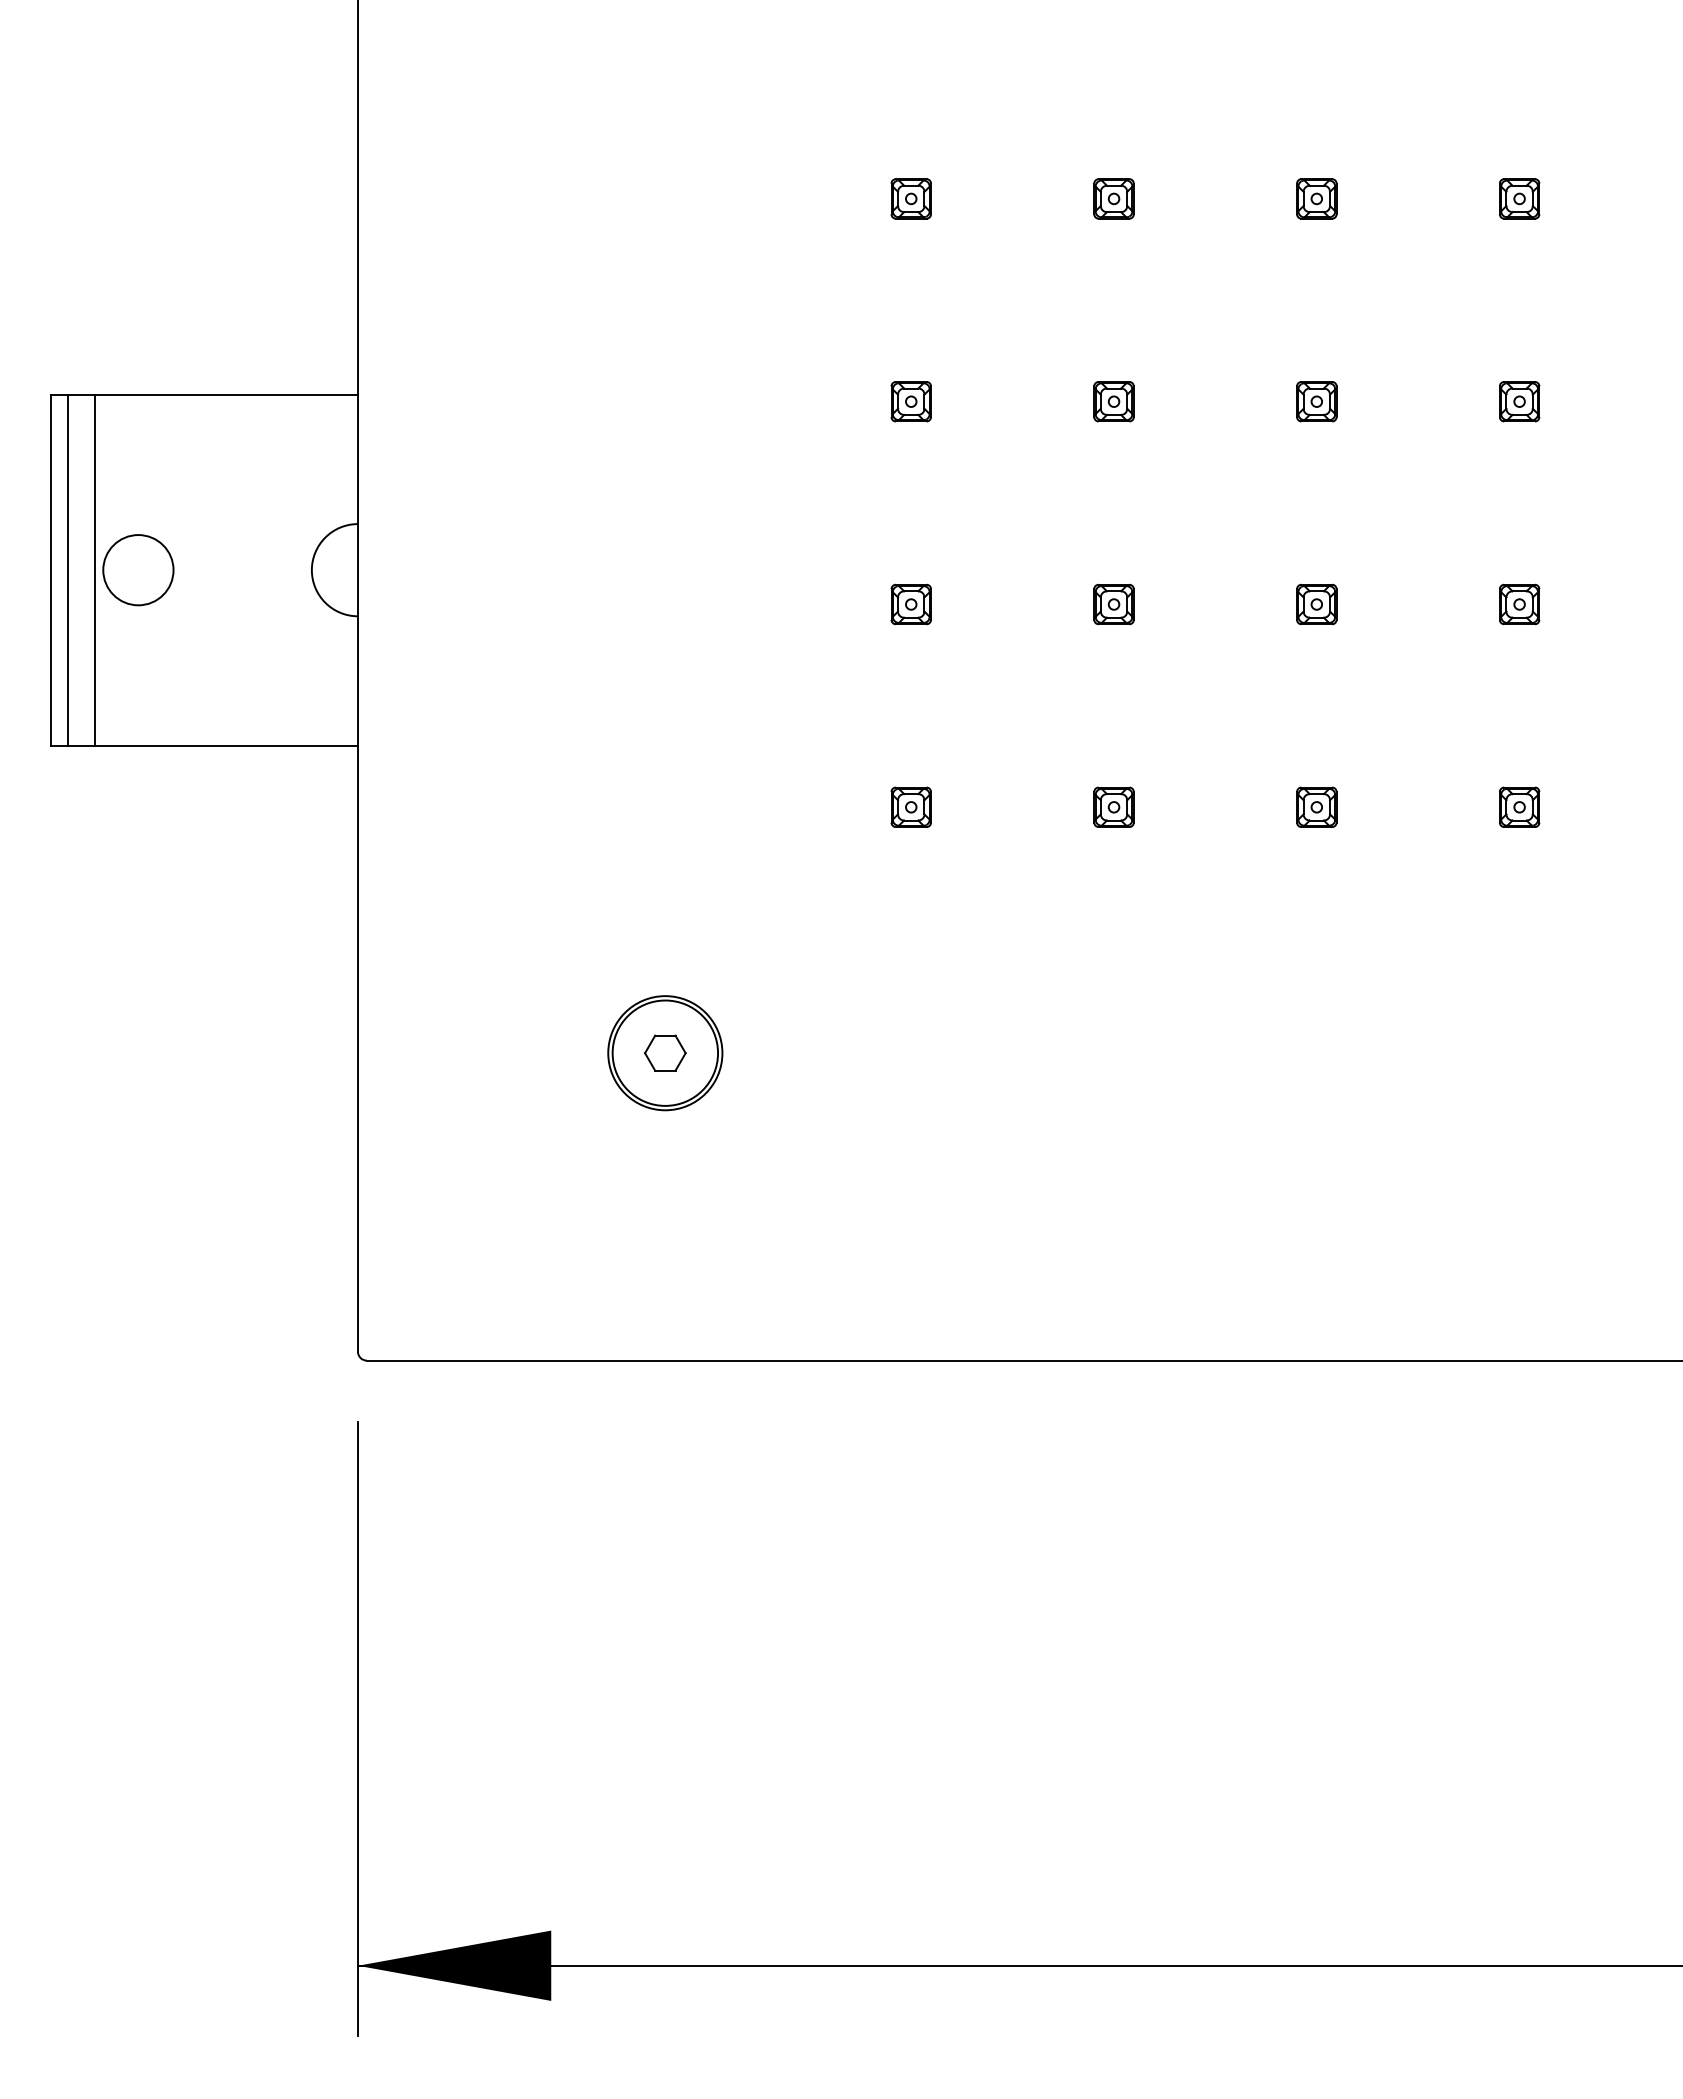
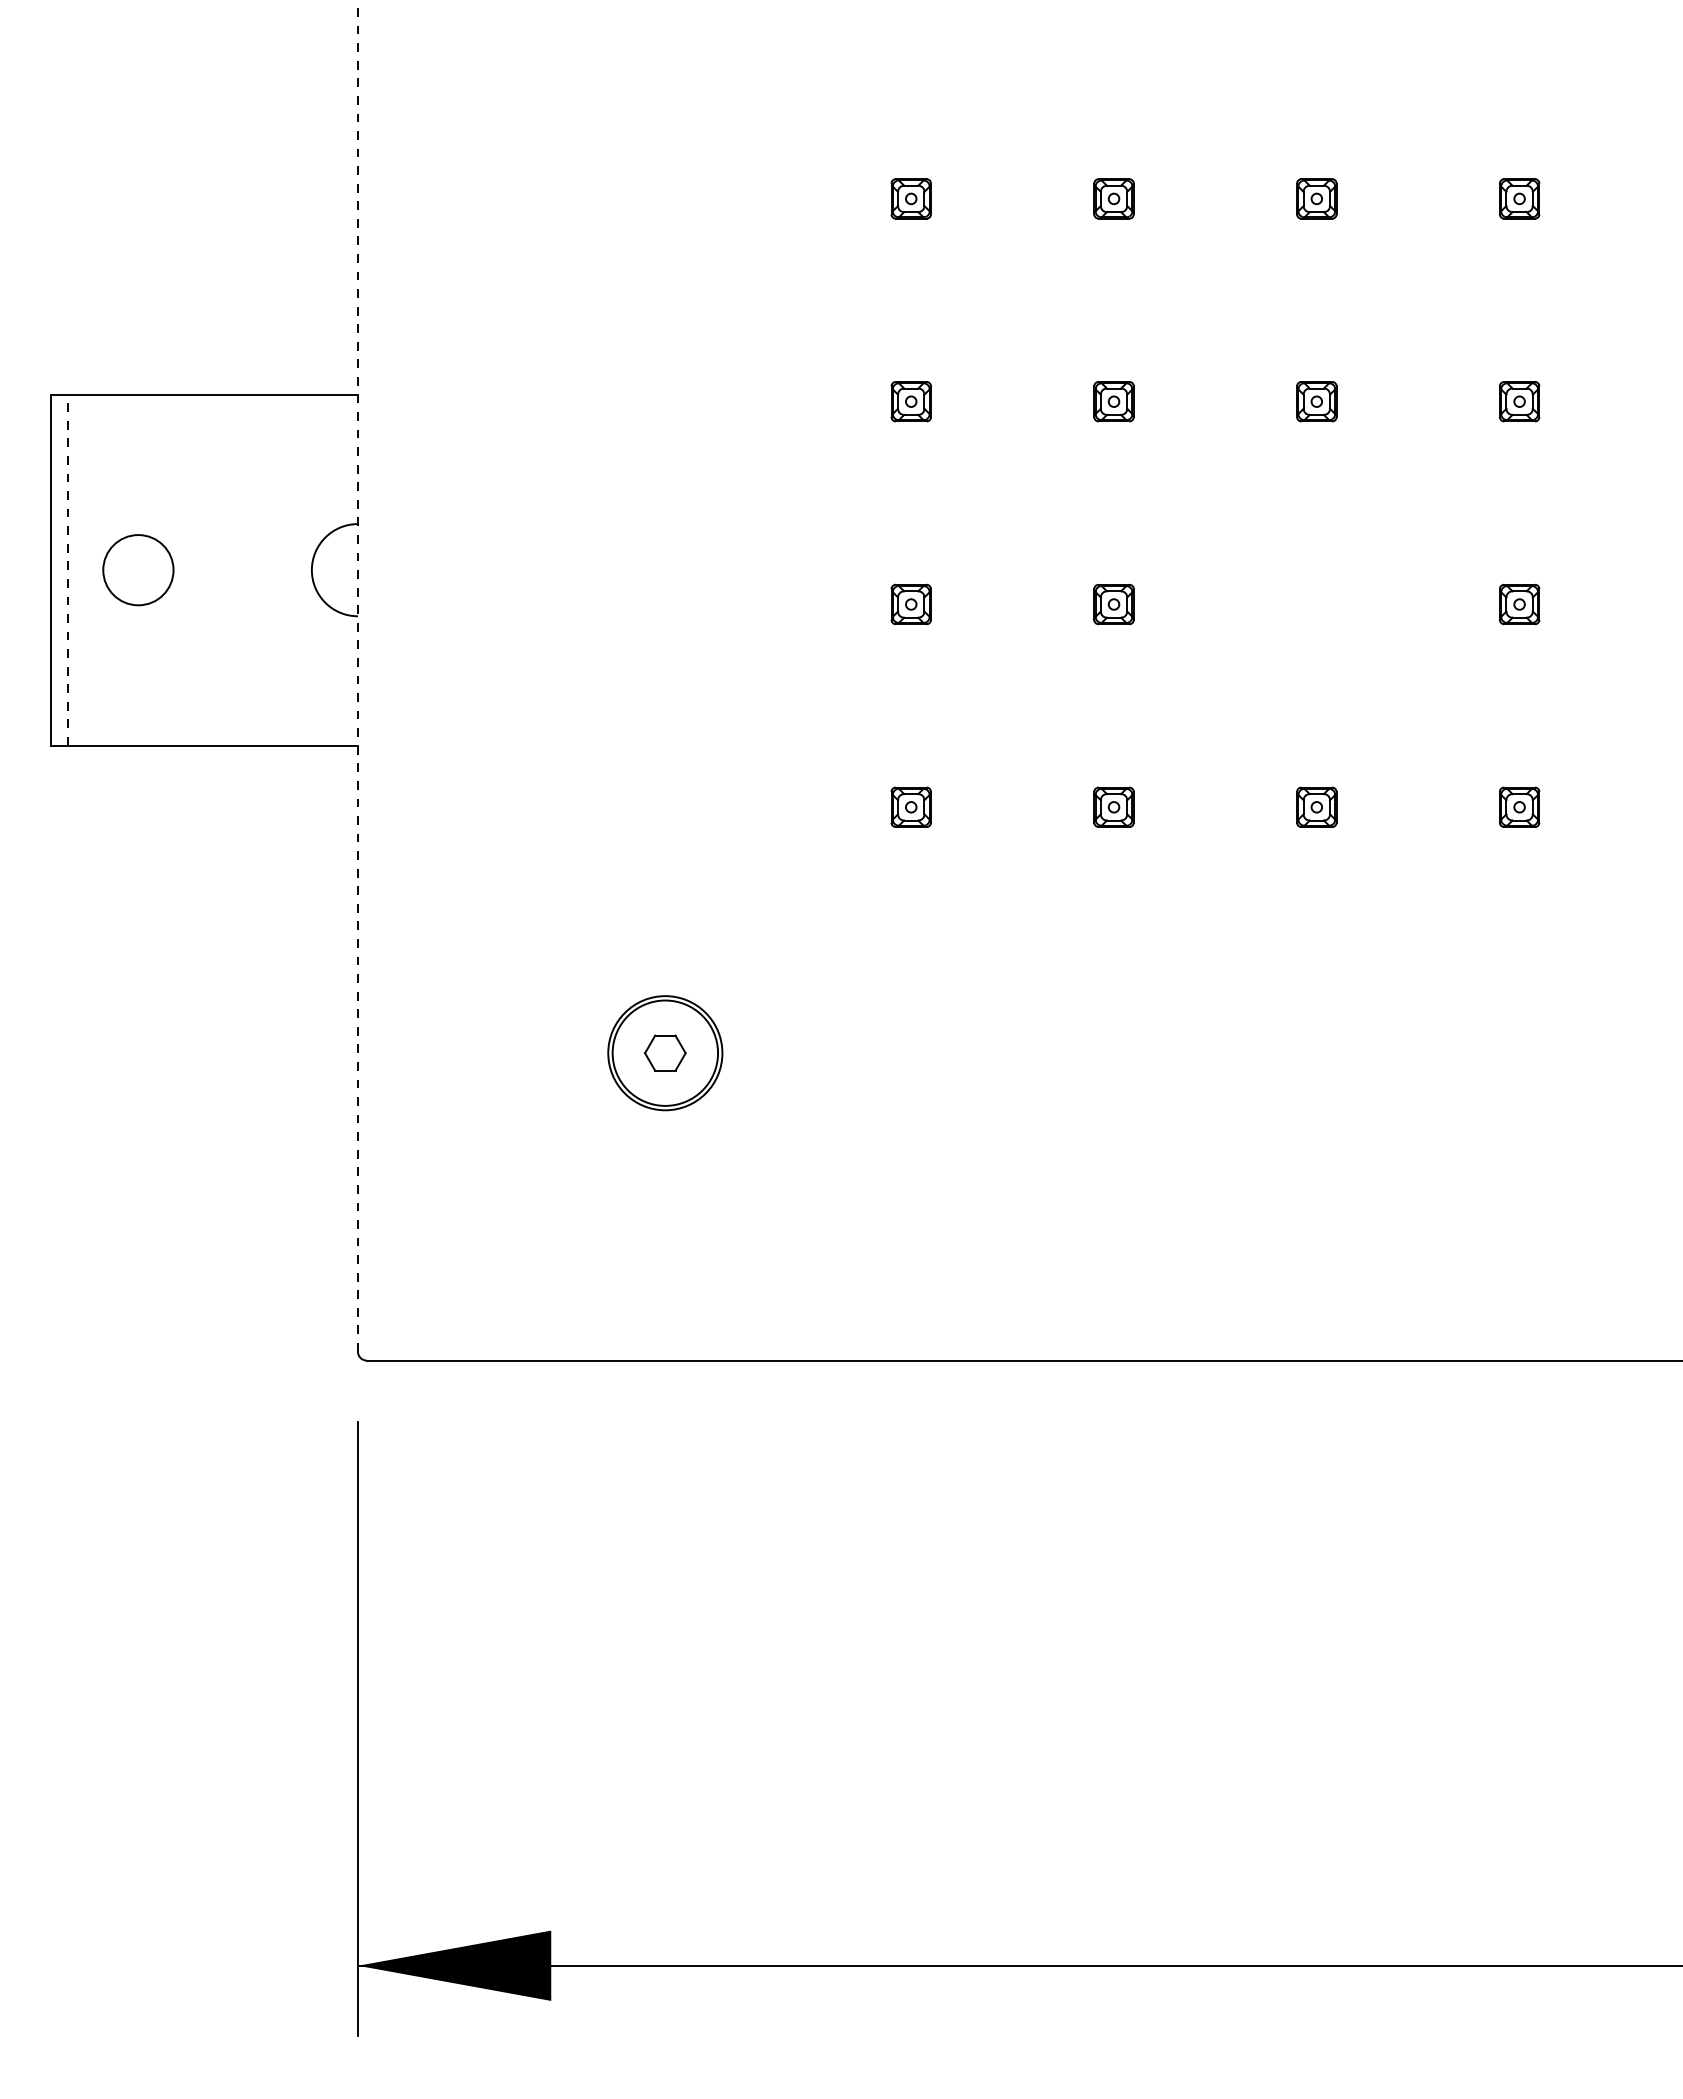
line at (94, 569): present -> none
line at (68, 570): solid -> dashed
part at (1316, 604): present -> none
line at (357, 675): solid -> dashed
